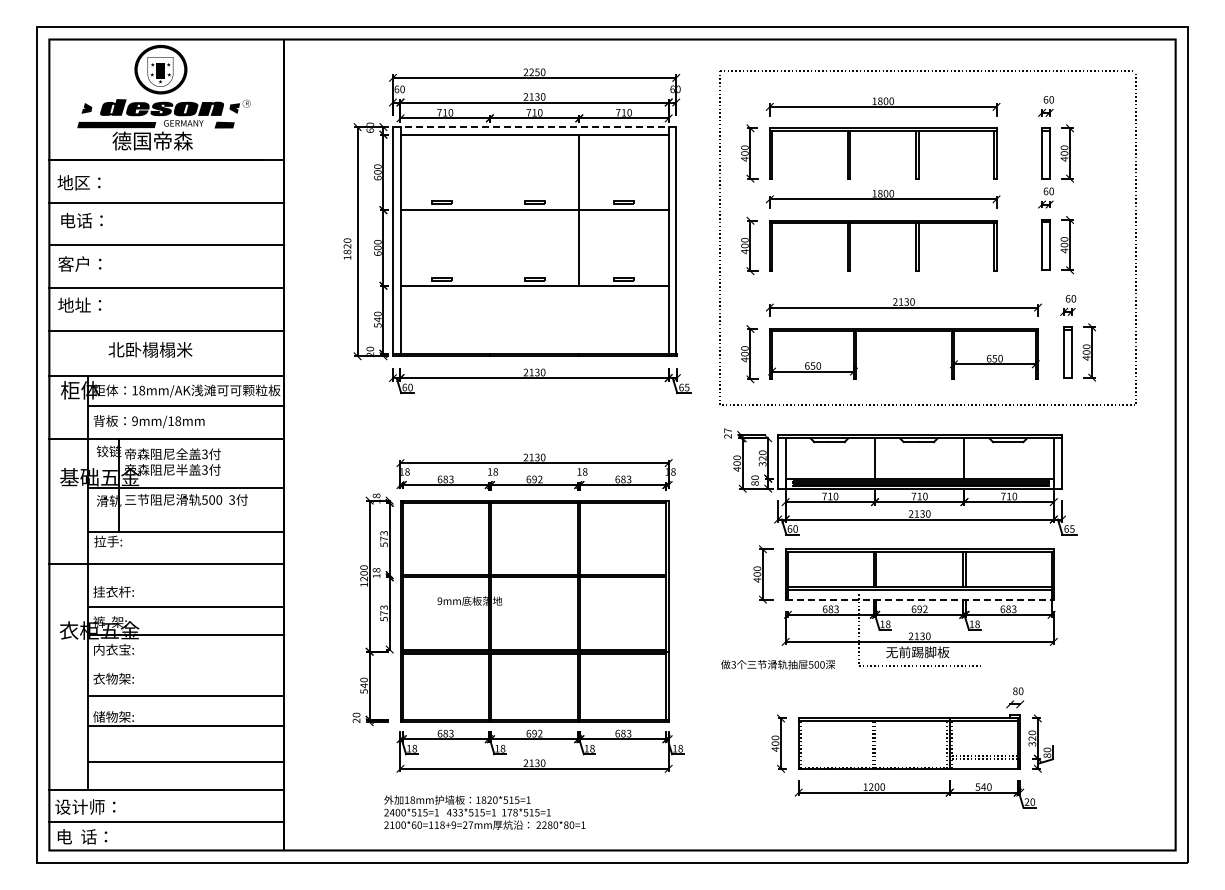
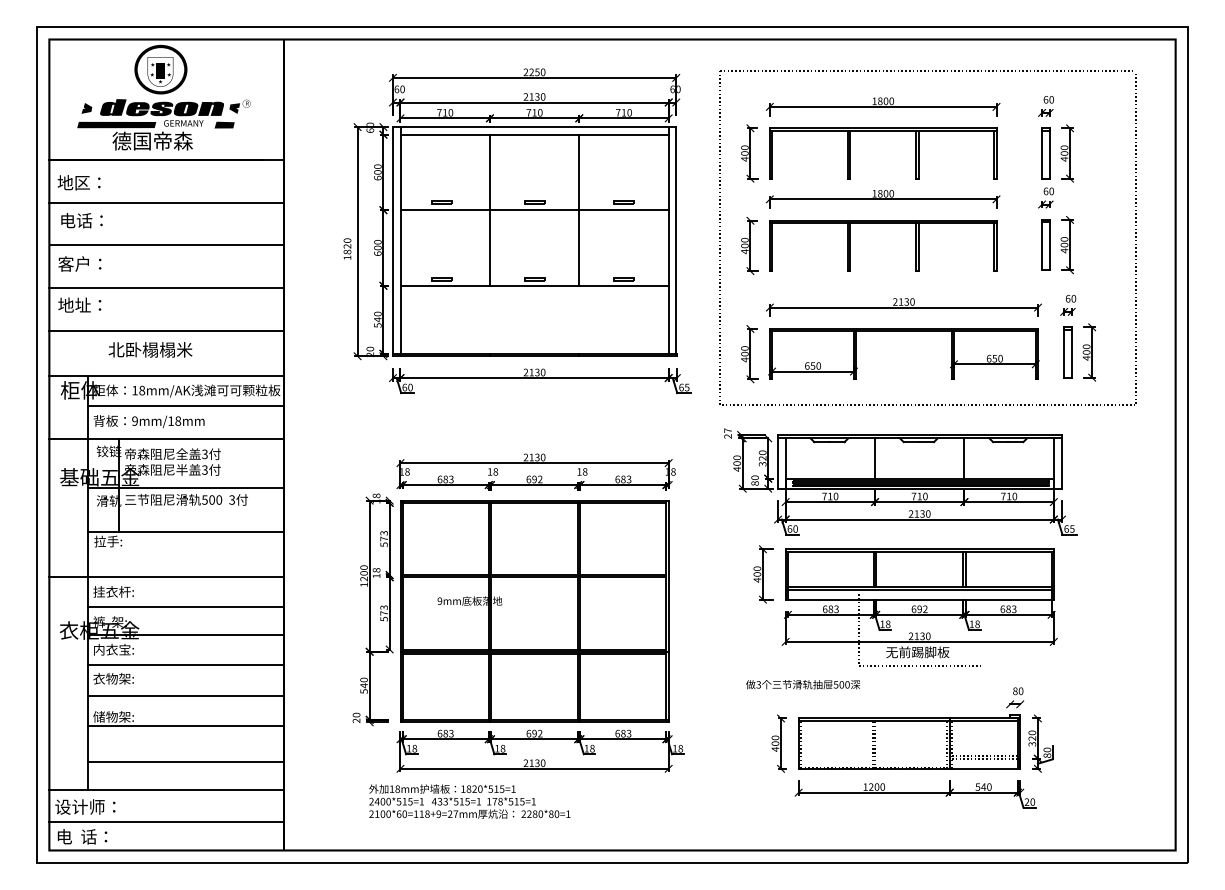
line at (534, 127): dashed -> solid
line at (489, 209): none -> present
line at (166, 564) position: (166, 564) -> (166, 577)
line at (920, 599): dashed -> solid
text at (777, 664) position: (777, 664) -> (802, 684)
line at (185, 665): none -> present
text at (484, 812) position: (484, 812) -> (469, 801)
